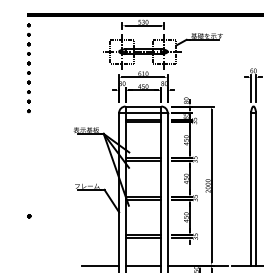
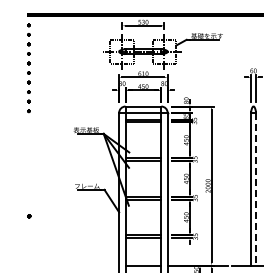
line at (255, 189): solid -> dashed
line at (100, 265): present -> none
